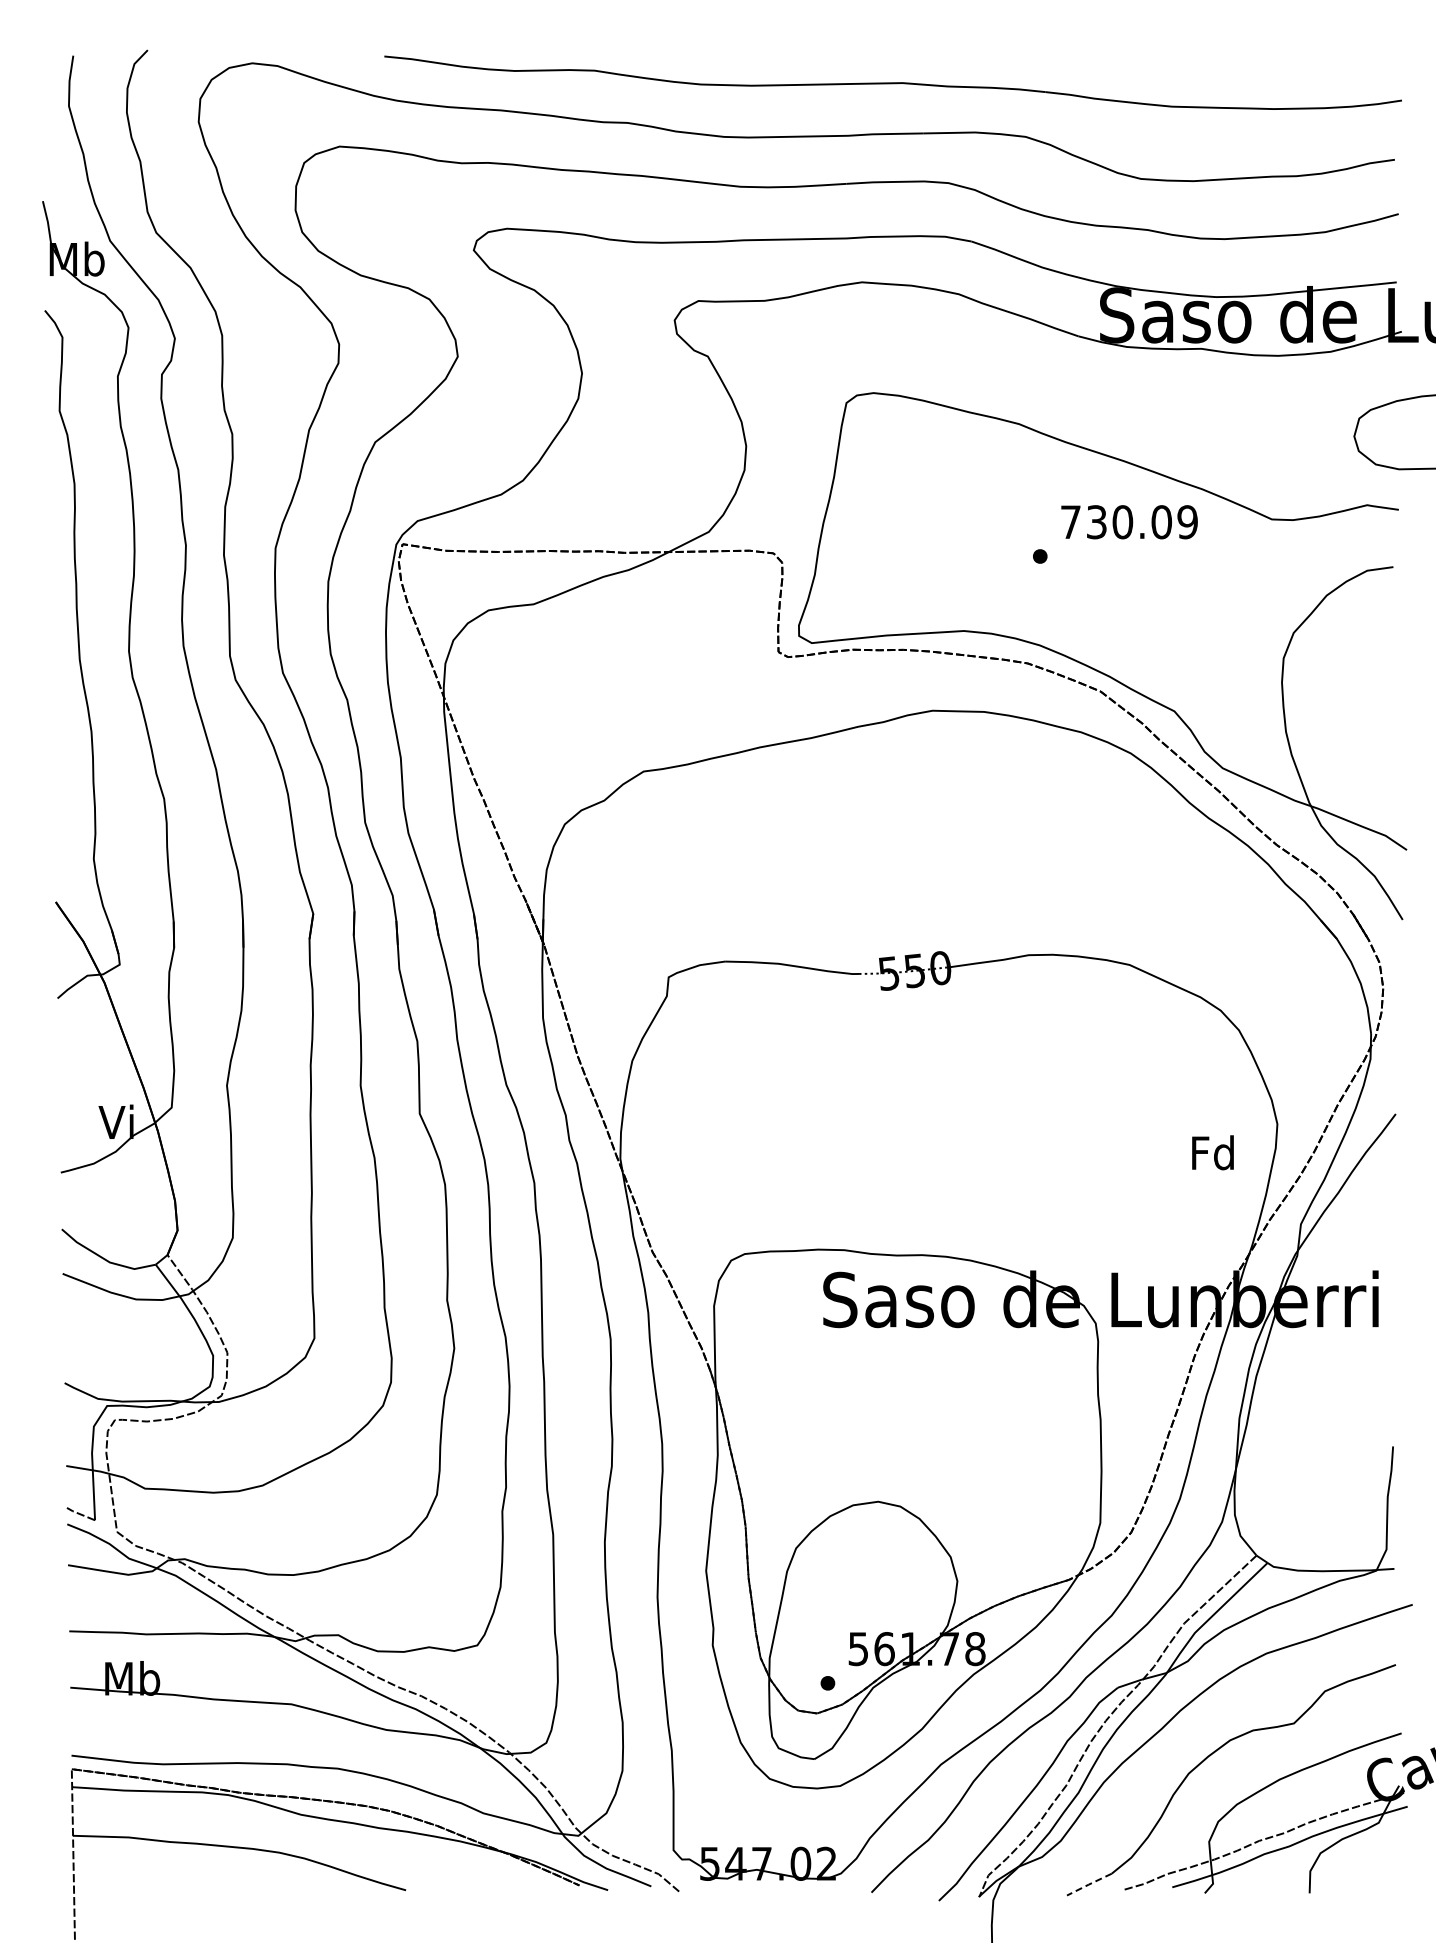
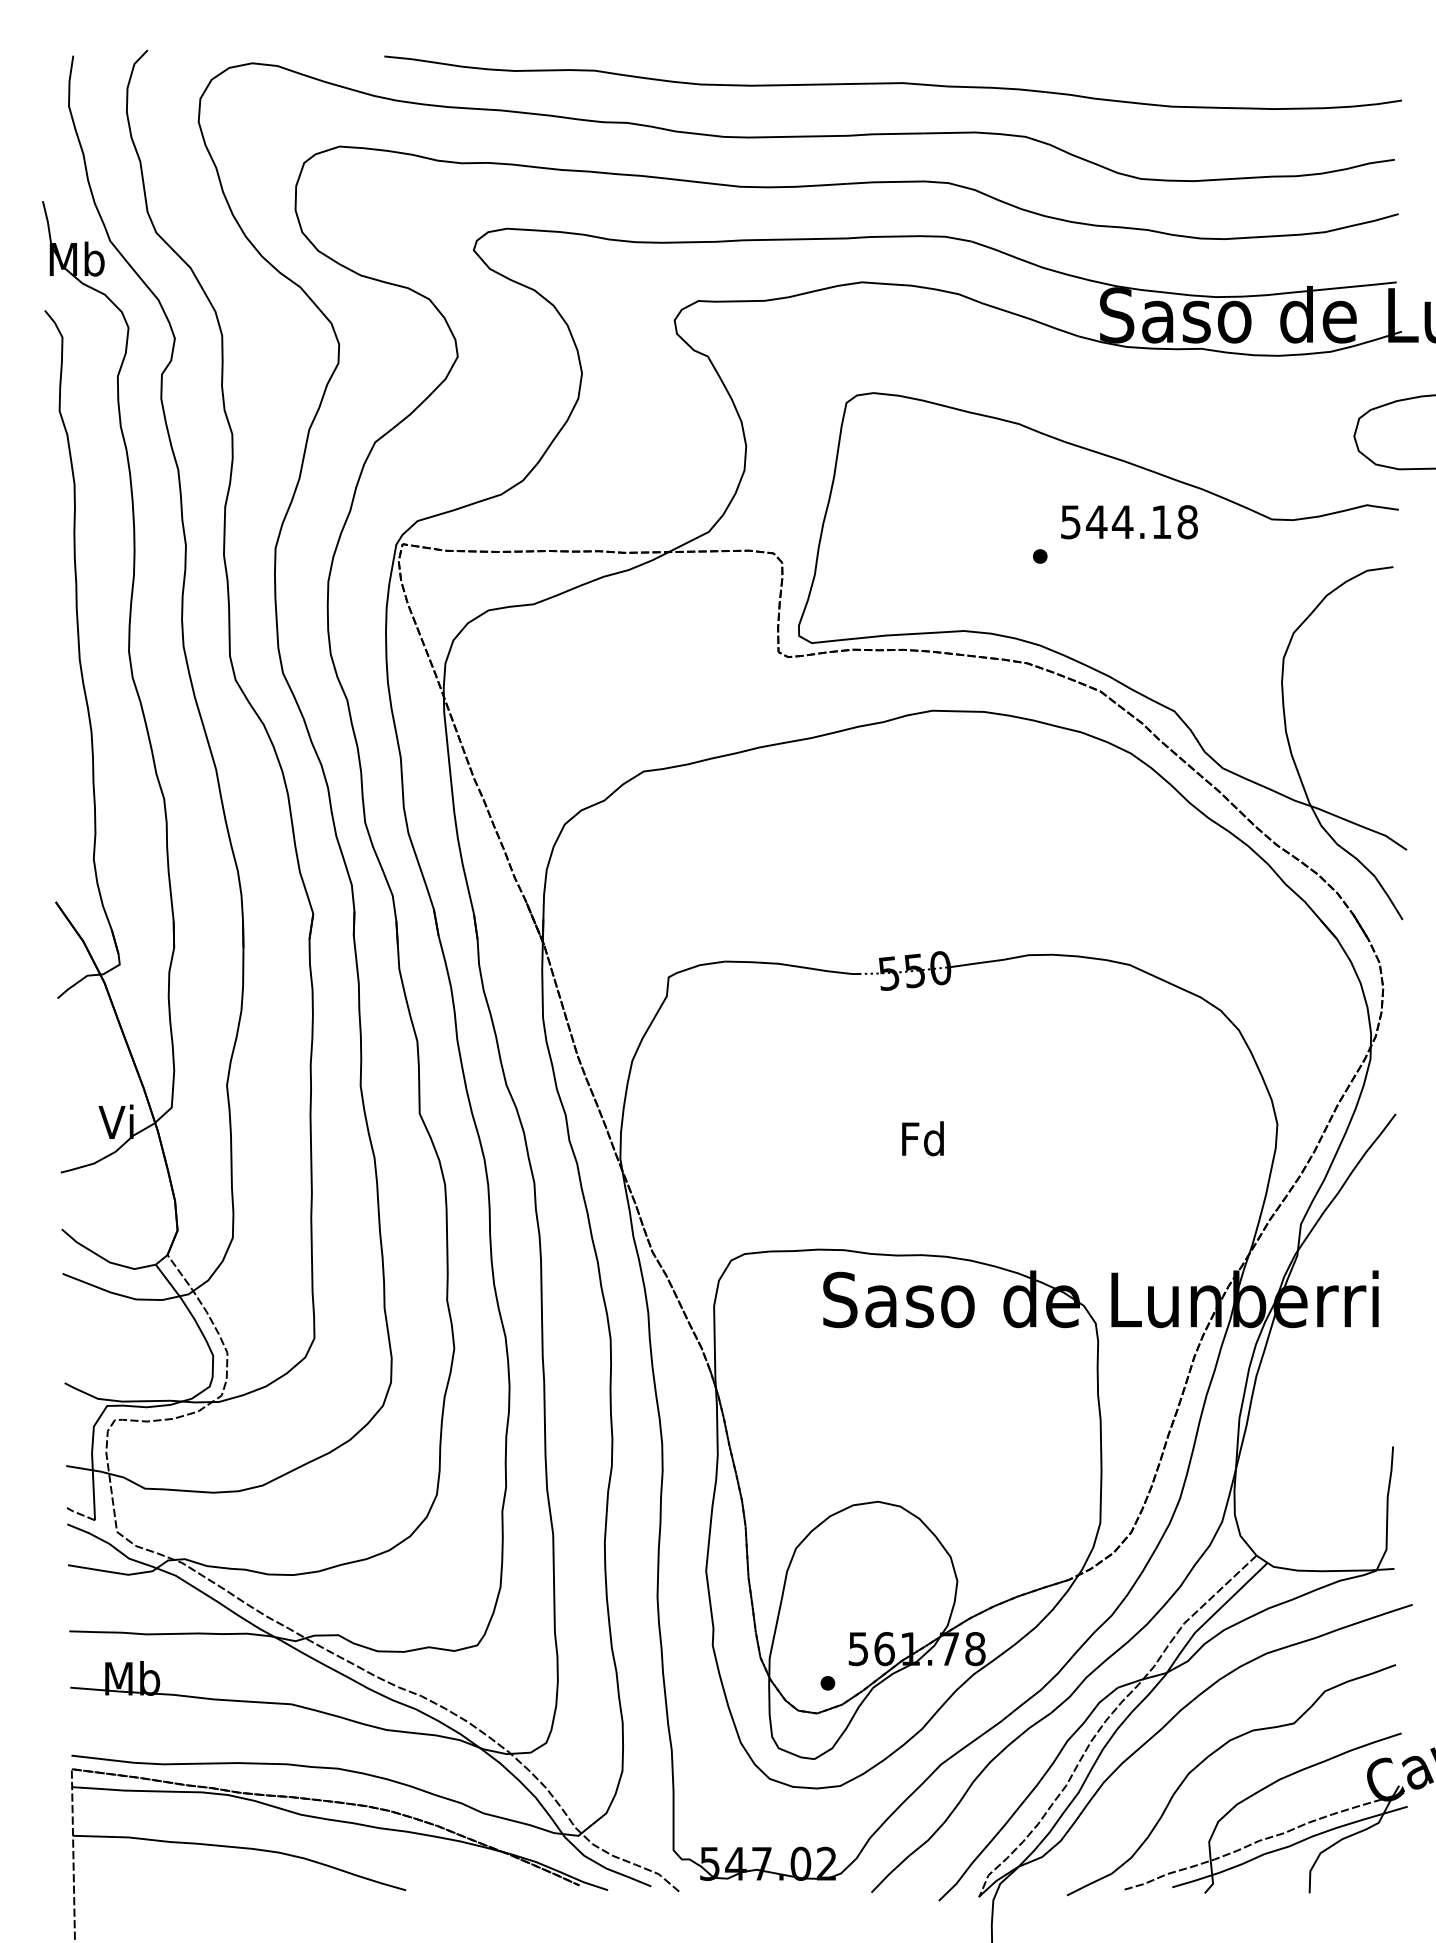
text at (1129, 522): 730.09 -> 544.18
text at (1212, 1152) position: (1212, 1152) -> (922, 1138)
line at (1088, 1884): dashed -> solid
